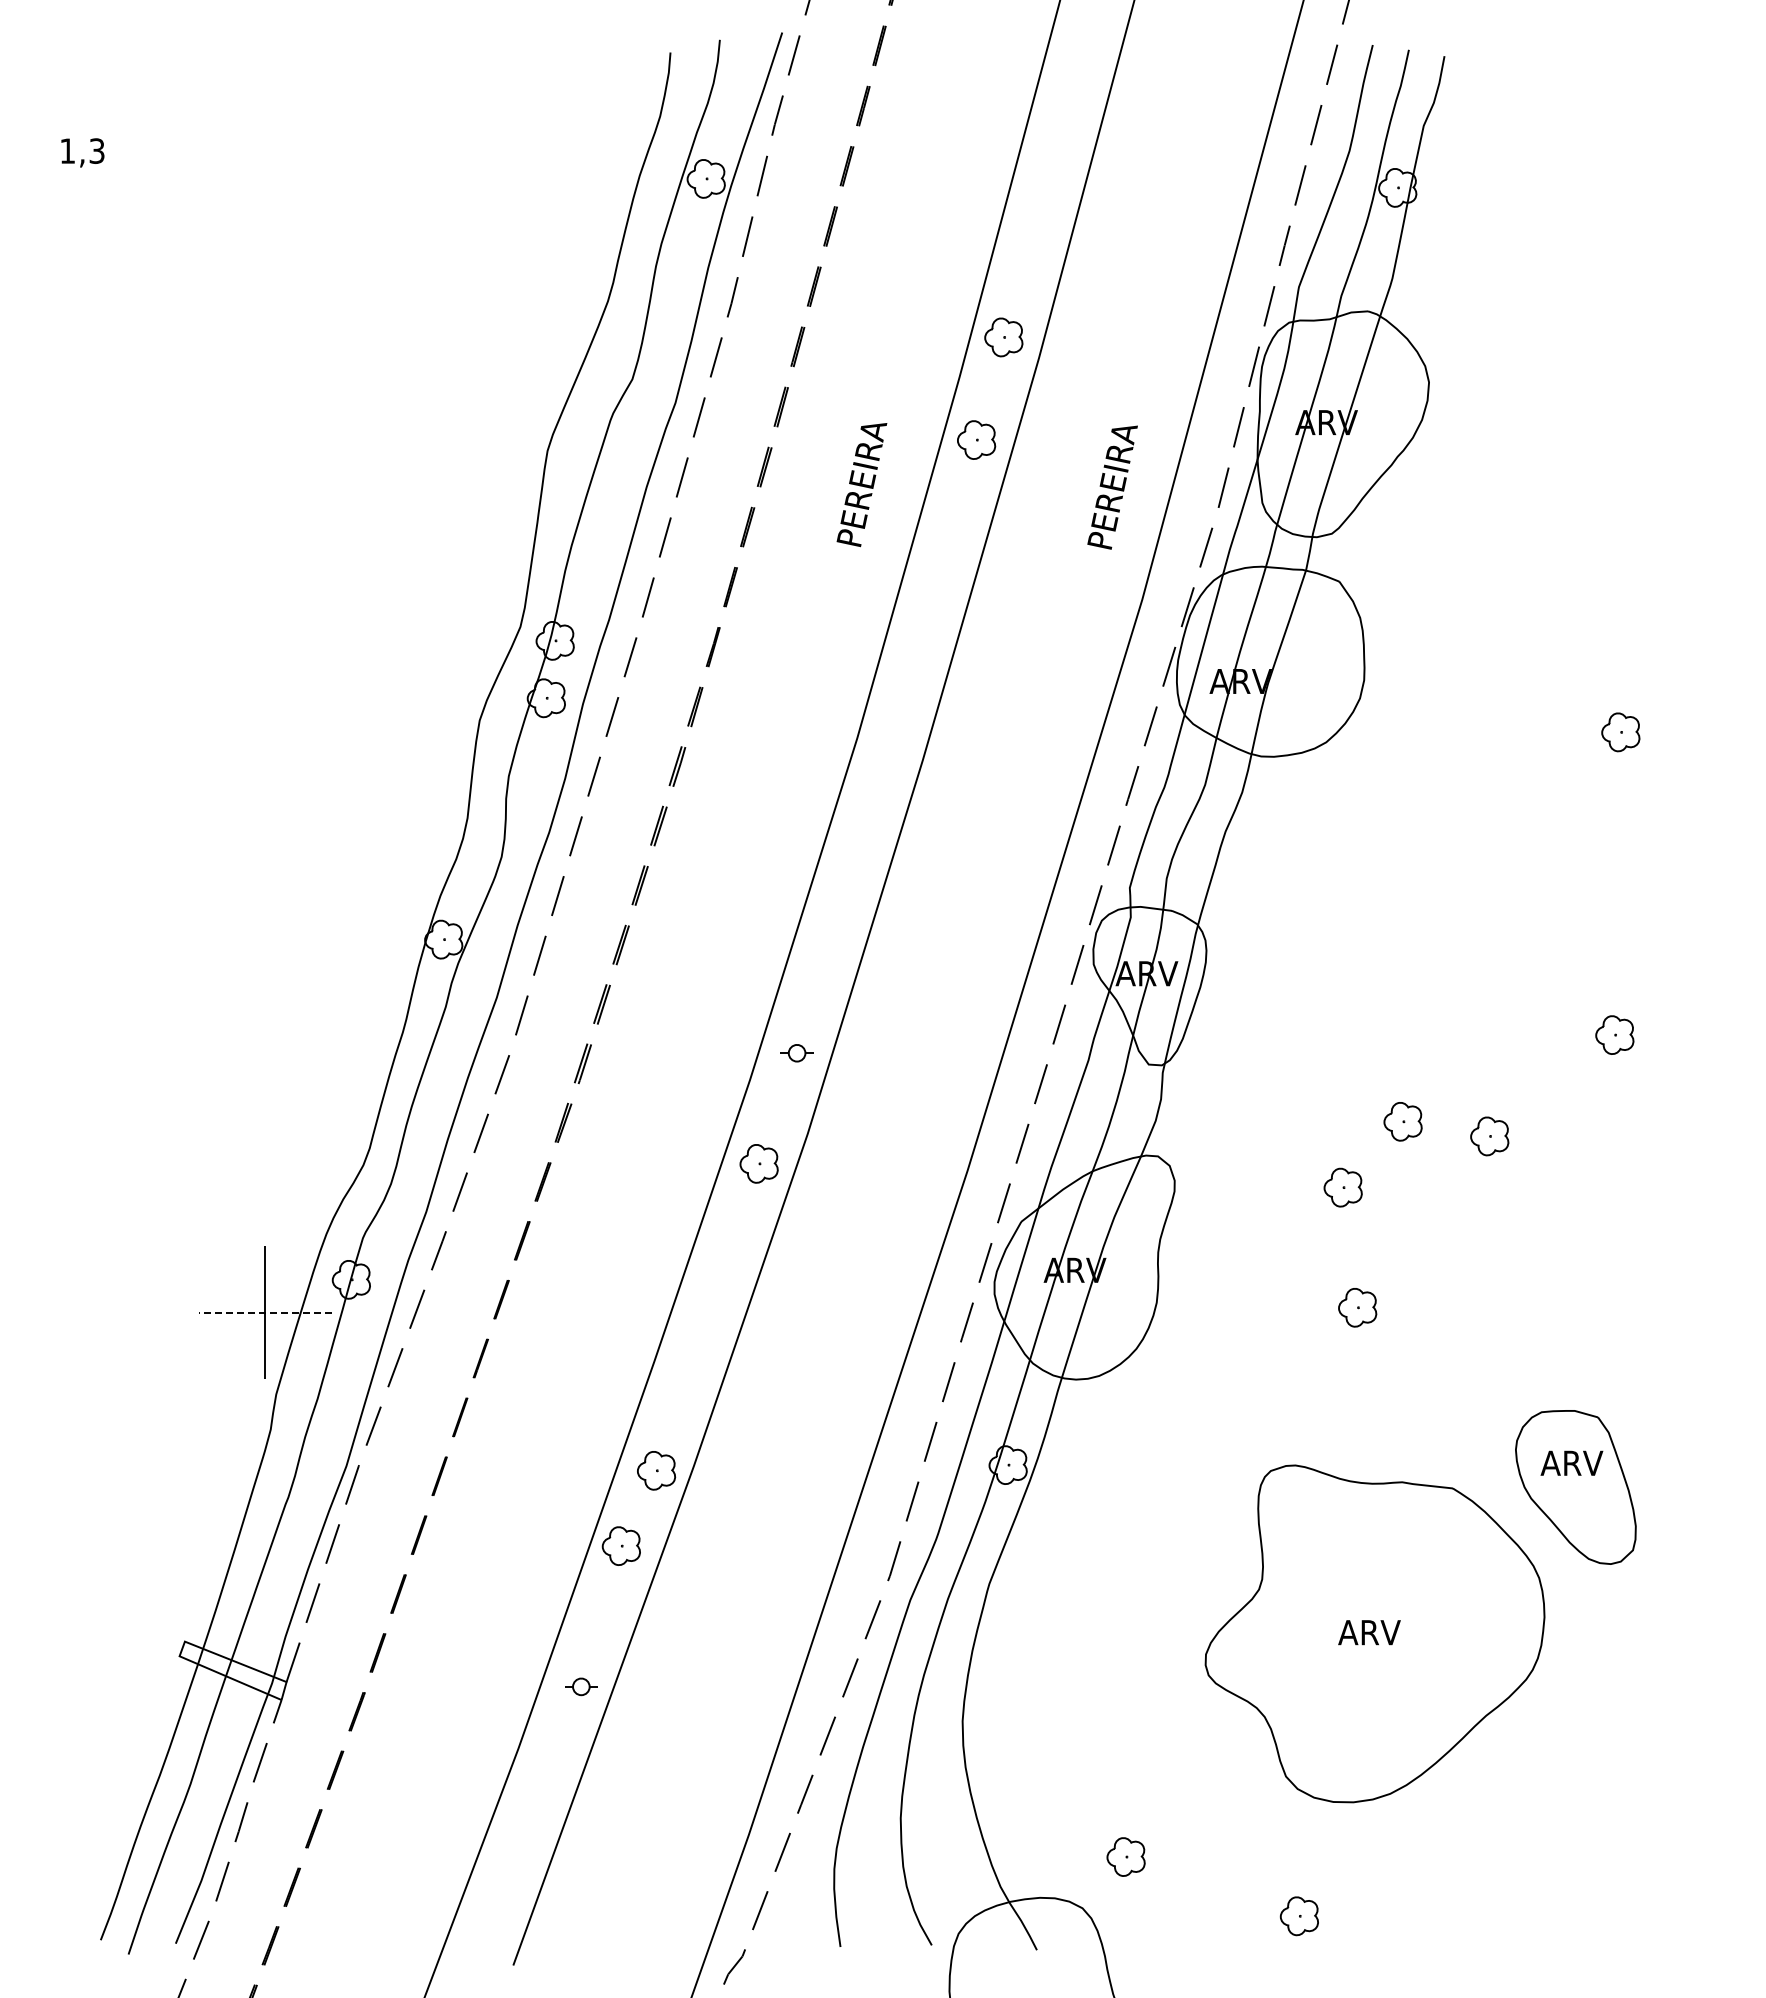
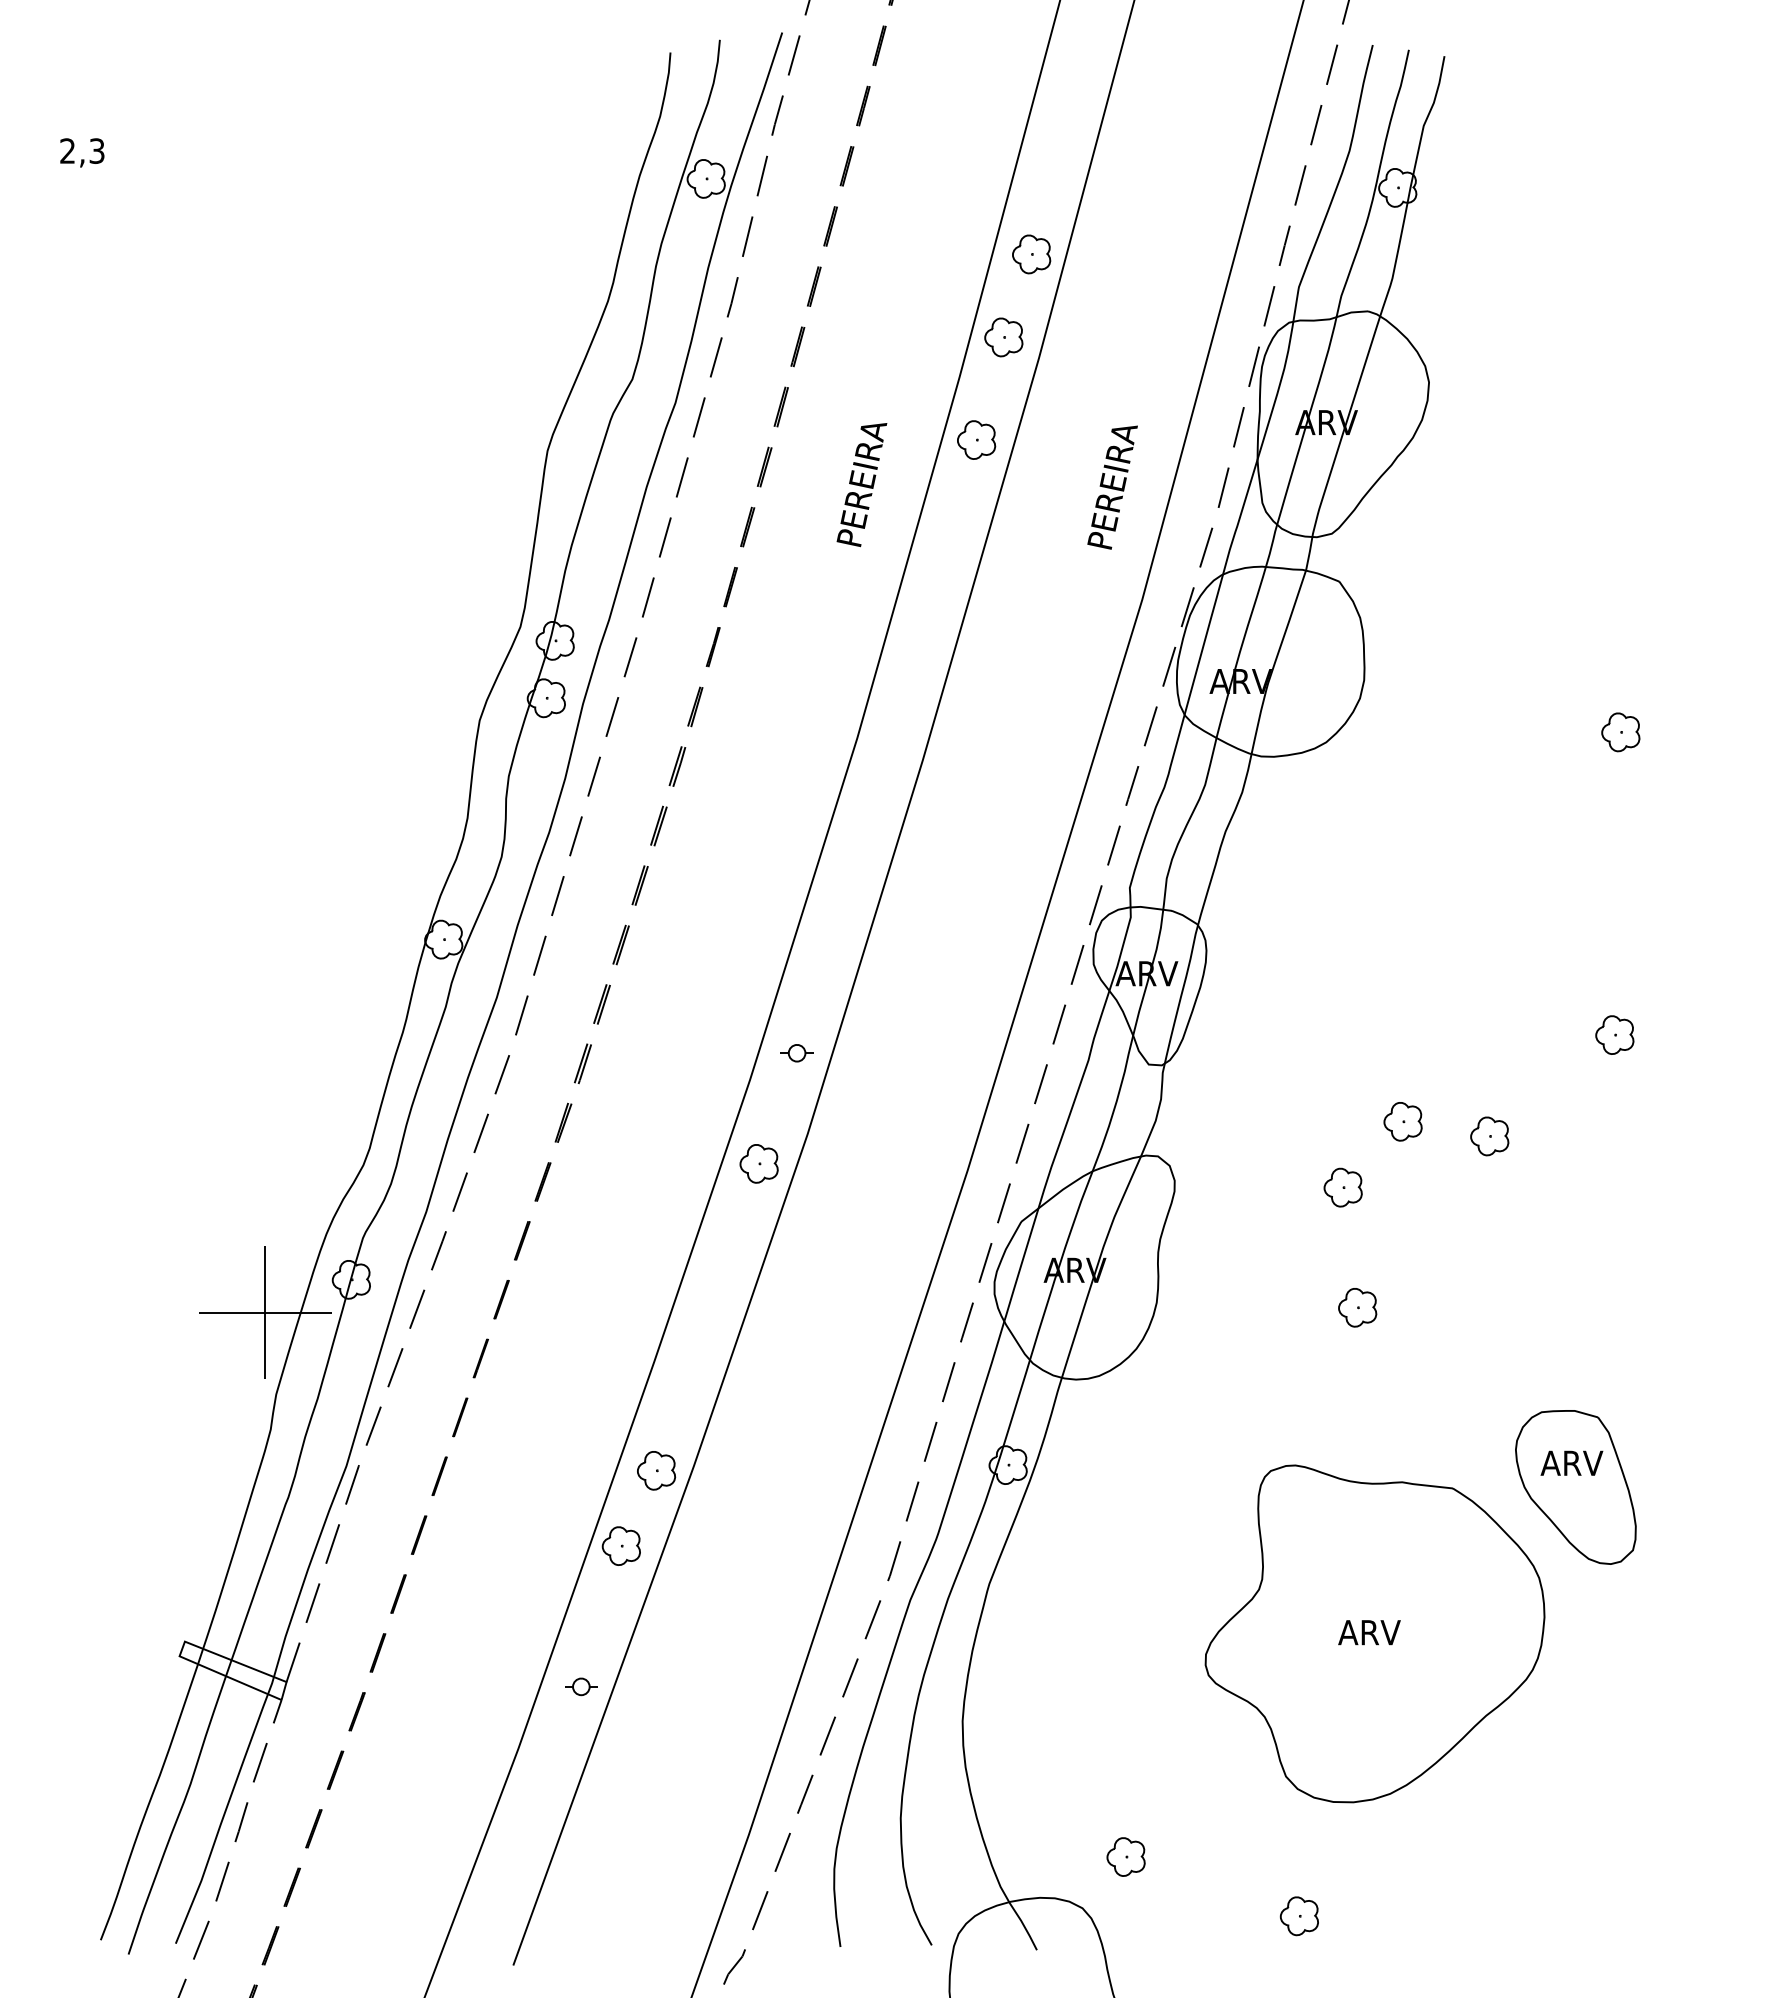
text at (67, 150): 1,3 -> 2,3
part at (1031, 254): none -> present
line at (265, 1312): dashed -> solid
